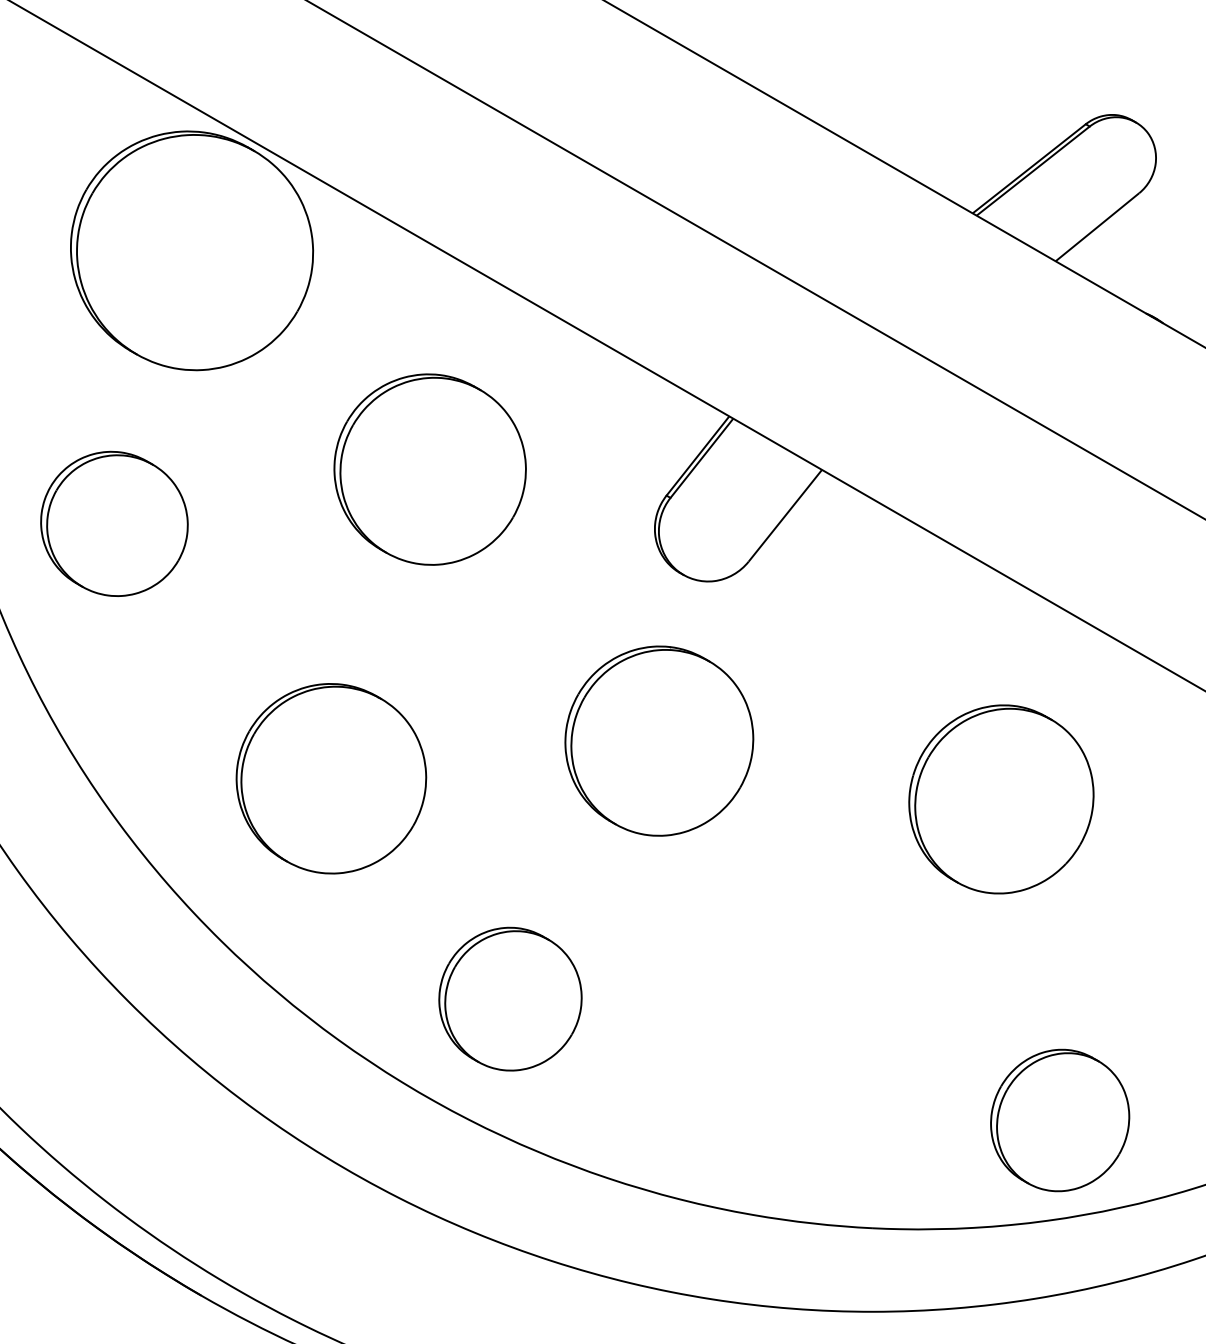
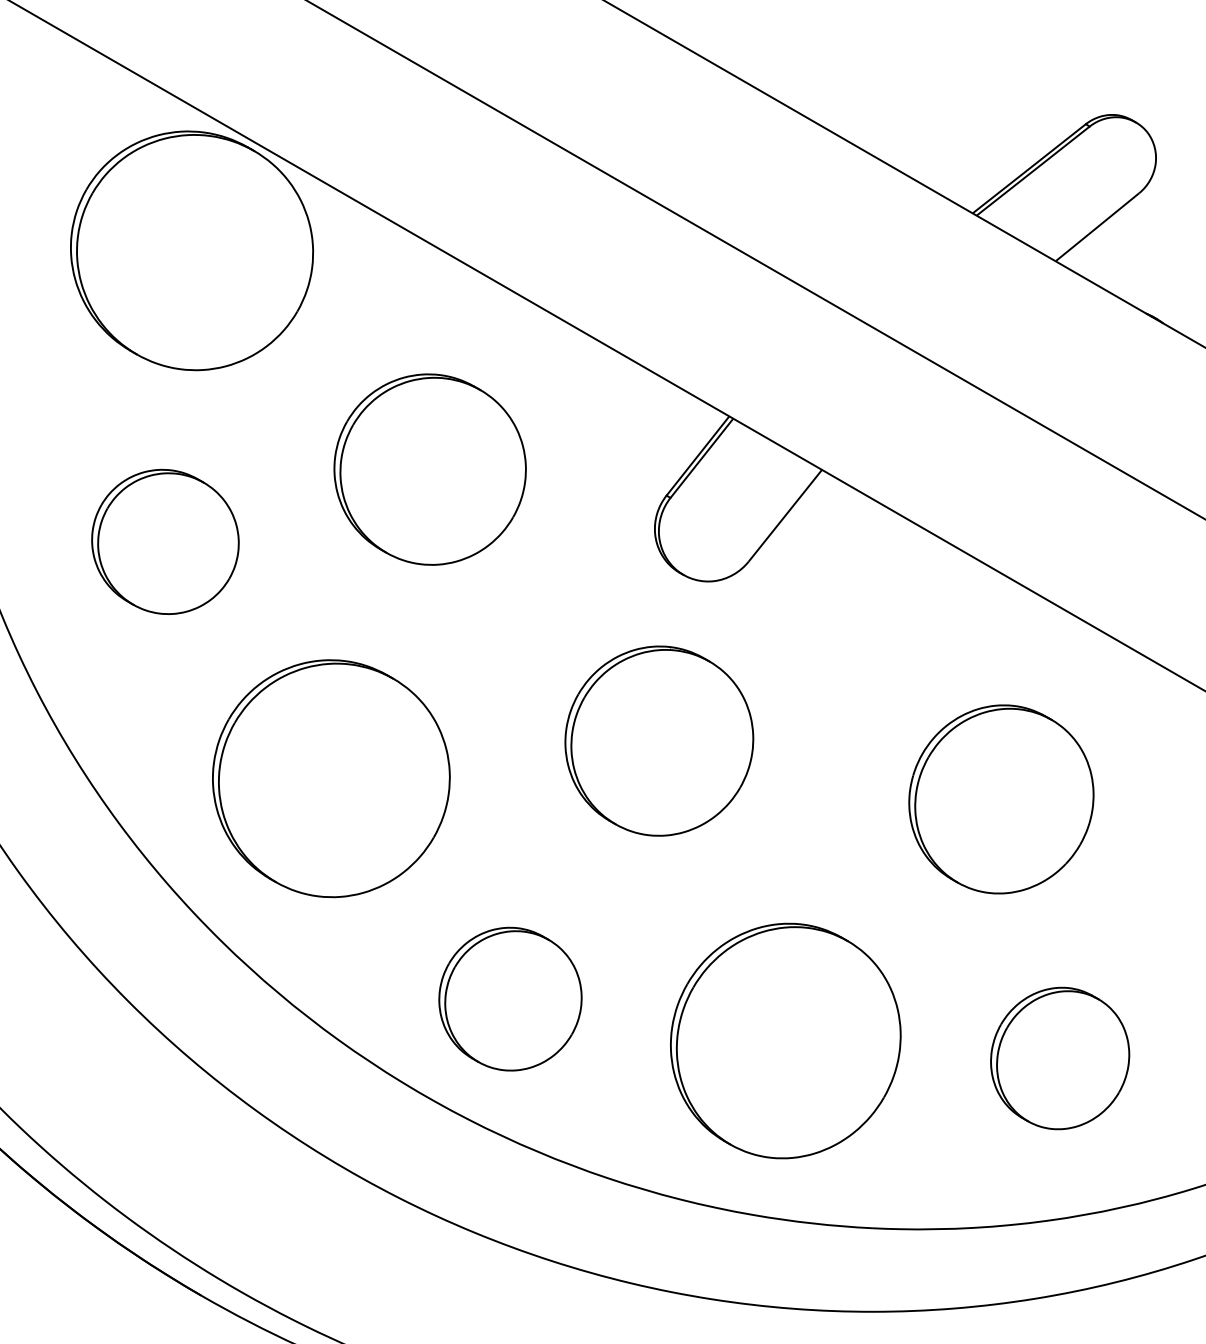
part at (114, 523) position: (114, 523) -> (165, 541)
part at (331, 778) size: 193x192 px -> 239x240 px
part at (785, 1040): none -> present
part at (1060, 1120) position: (1060, 1120) -> (1060, 1058)
